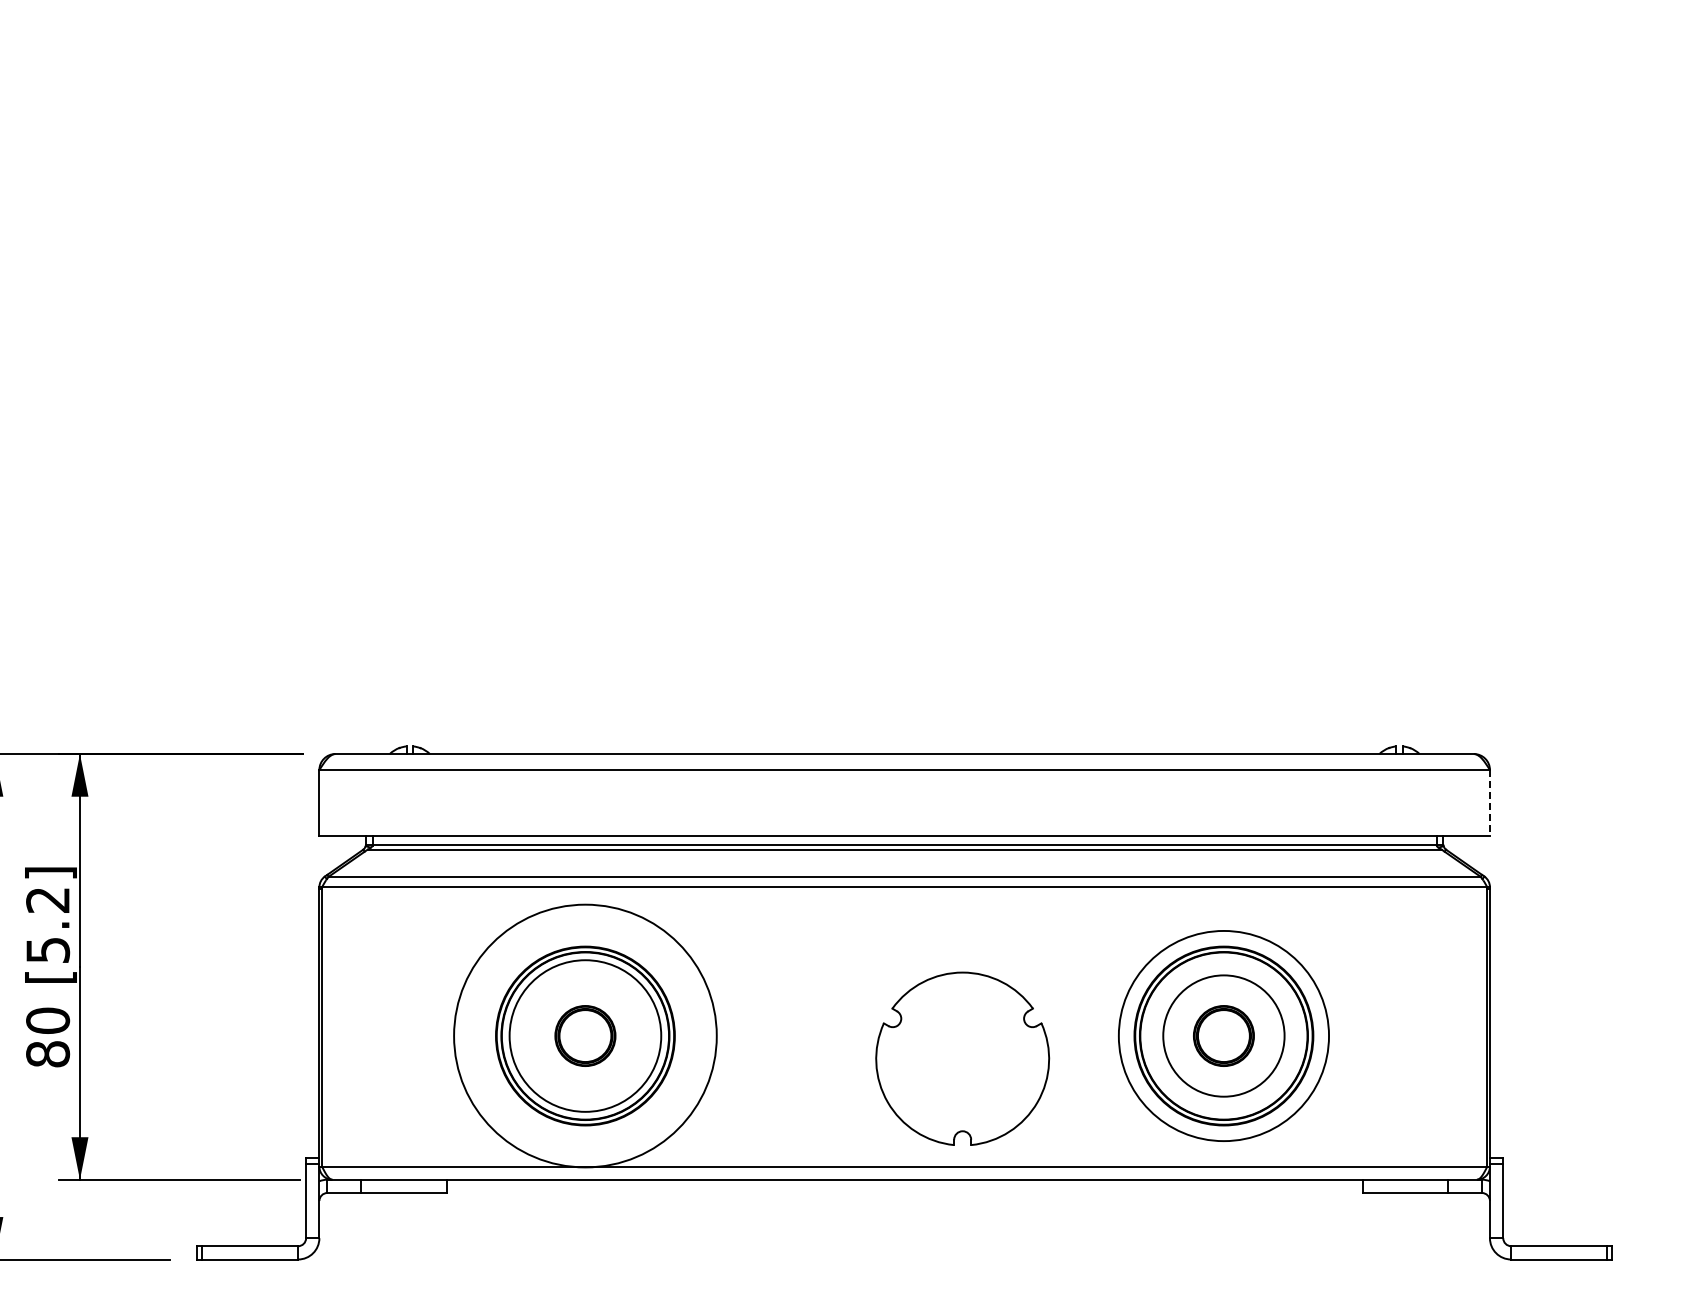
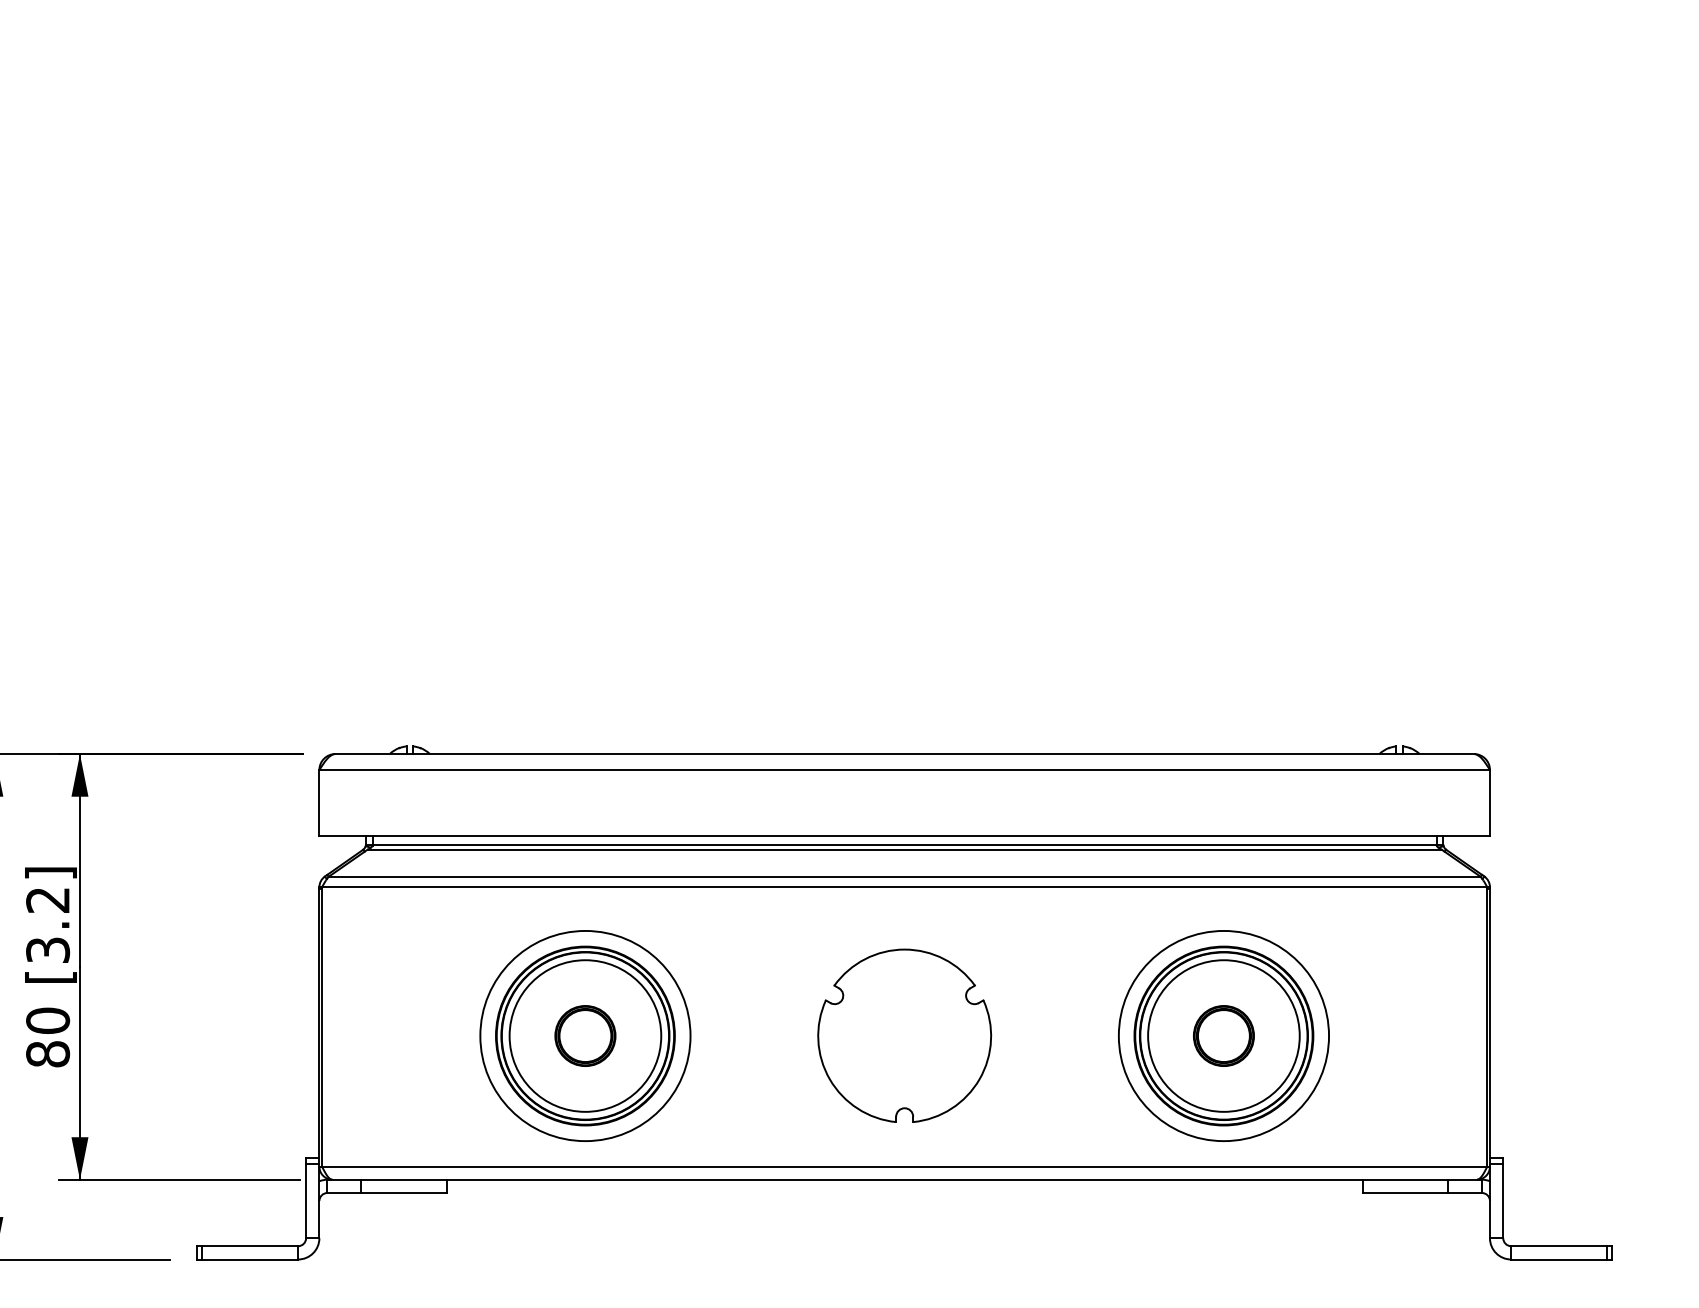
line at (1489, 802): dashed -> solid
text at (47, 949): [5.2] -> [3.2]
circle at (585, 1035) diameter: 263 px -> 210 px
circle at (1223, 1035) diameter: 121 px -> 152 px
part at (962, 1058) position: (962, 1058) -> (904, 1035)
